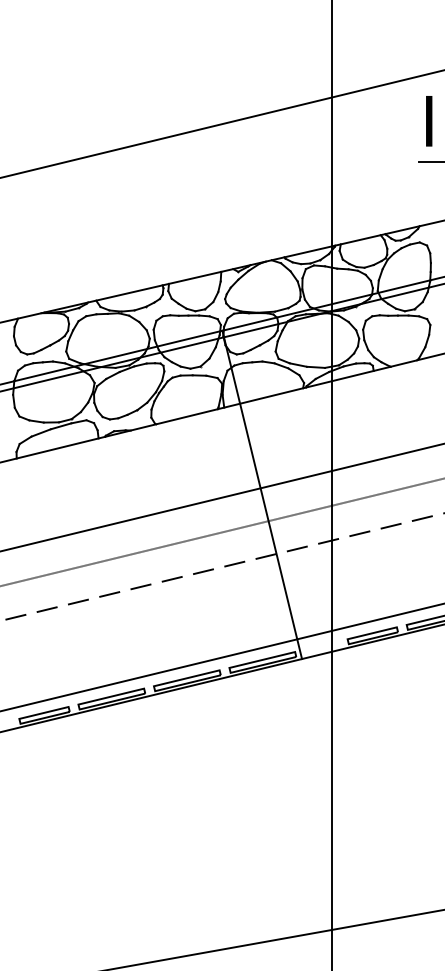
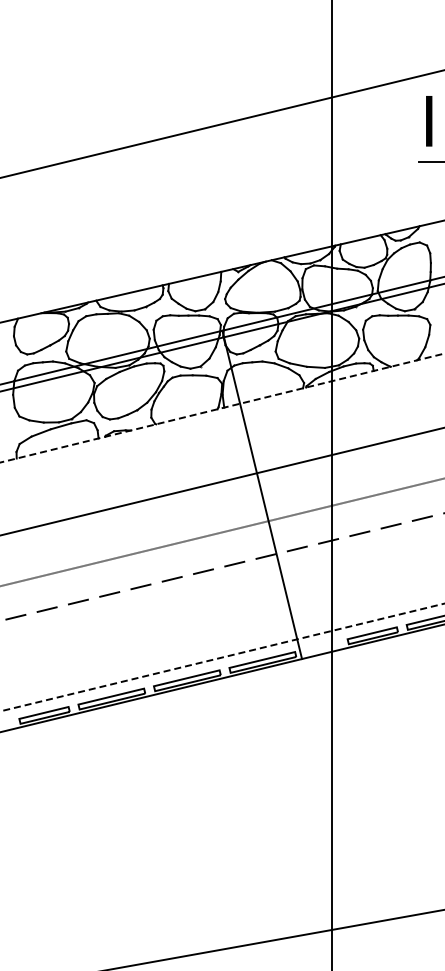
line at (221, 408): solid -> dashed
line at (221, 497) position: (221, 497) -> (221, 481)
line at (223, 657): solid -> dashed
